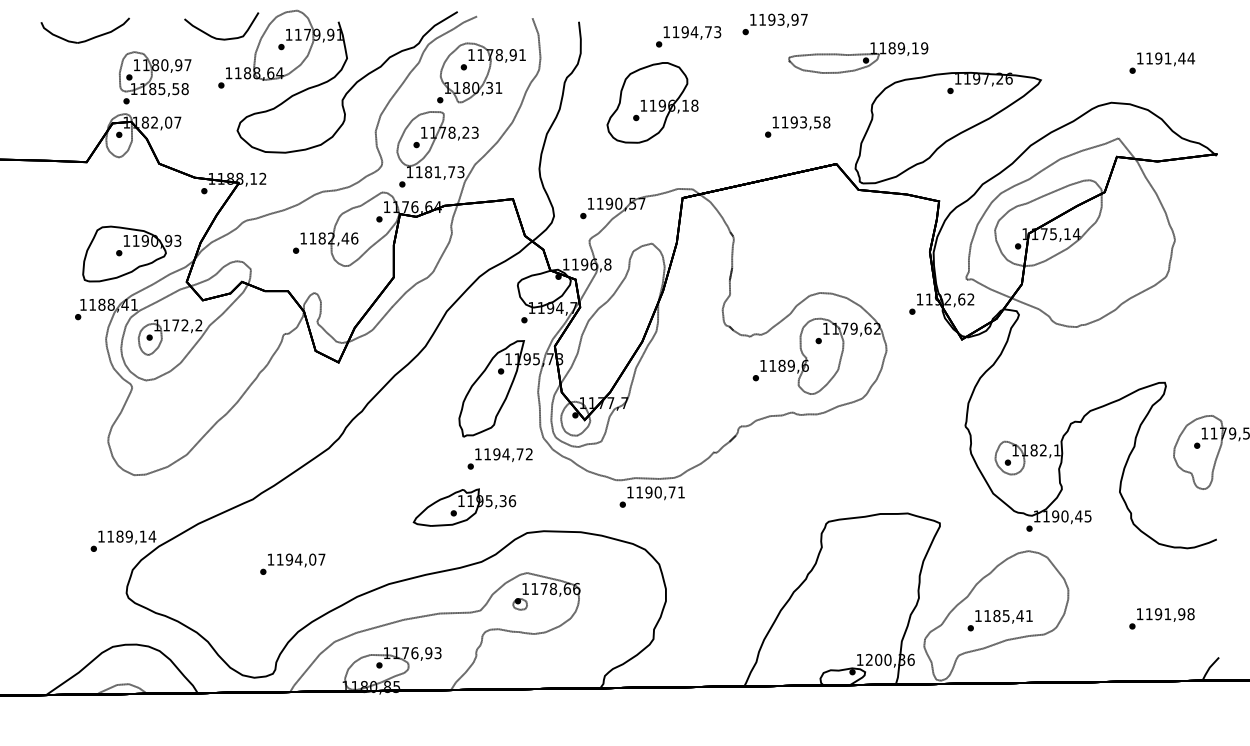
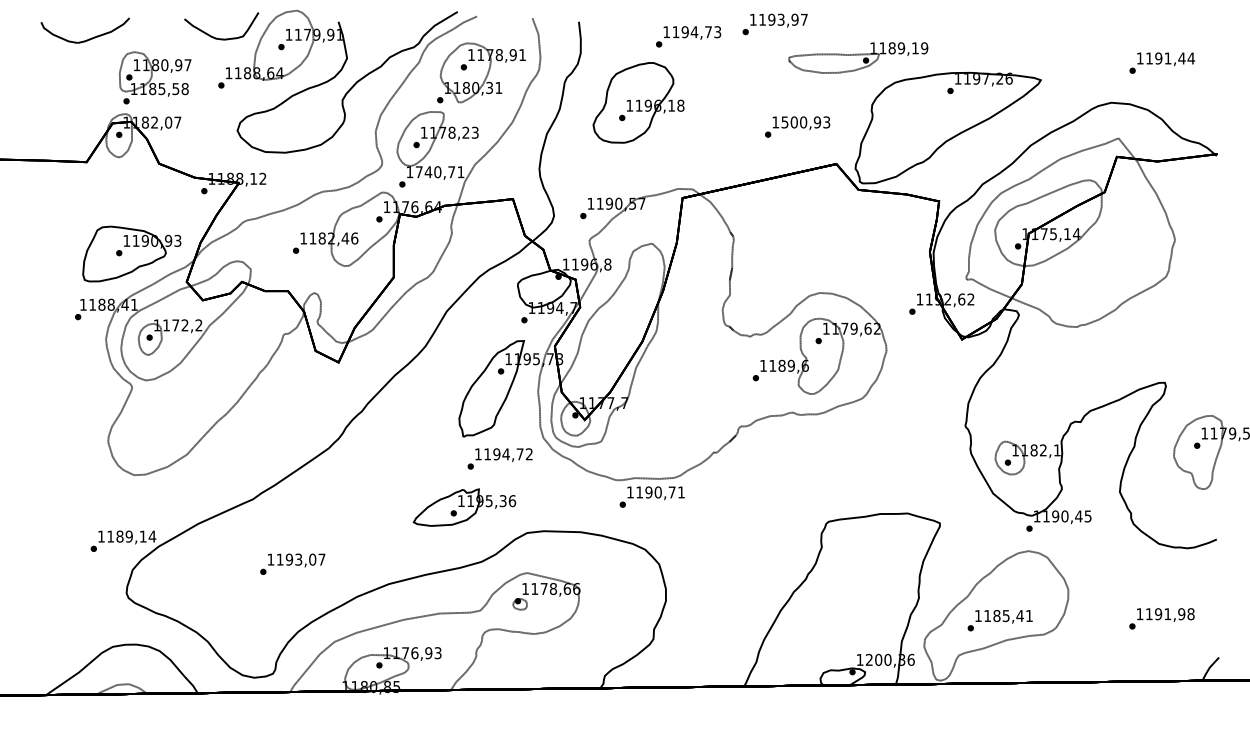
part at (652, 102) position: (652, 102) -> (638, 102)
text at (805, 122): 1193,58 -> 1500,93
text at (439, 172): 1181,73 -> 1740,71
text at (298, 559): 1194,07 -> 1193,07
